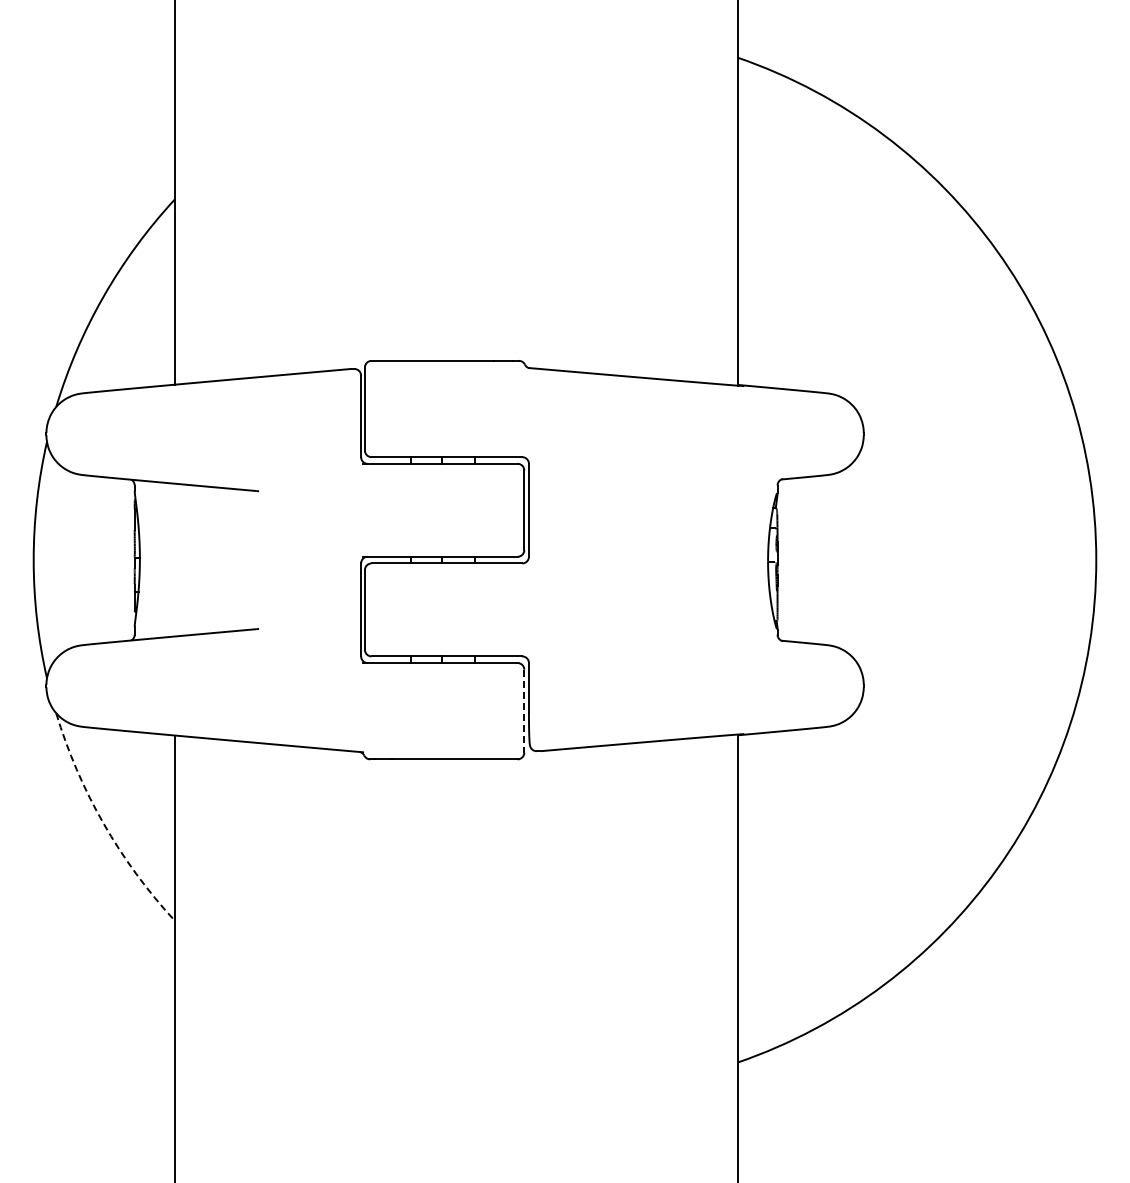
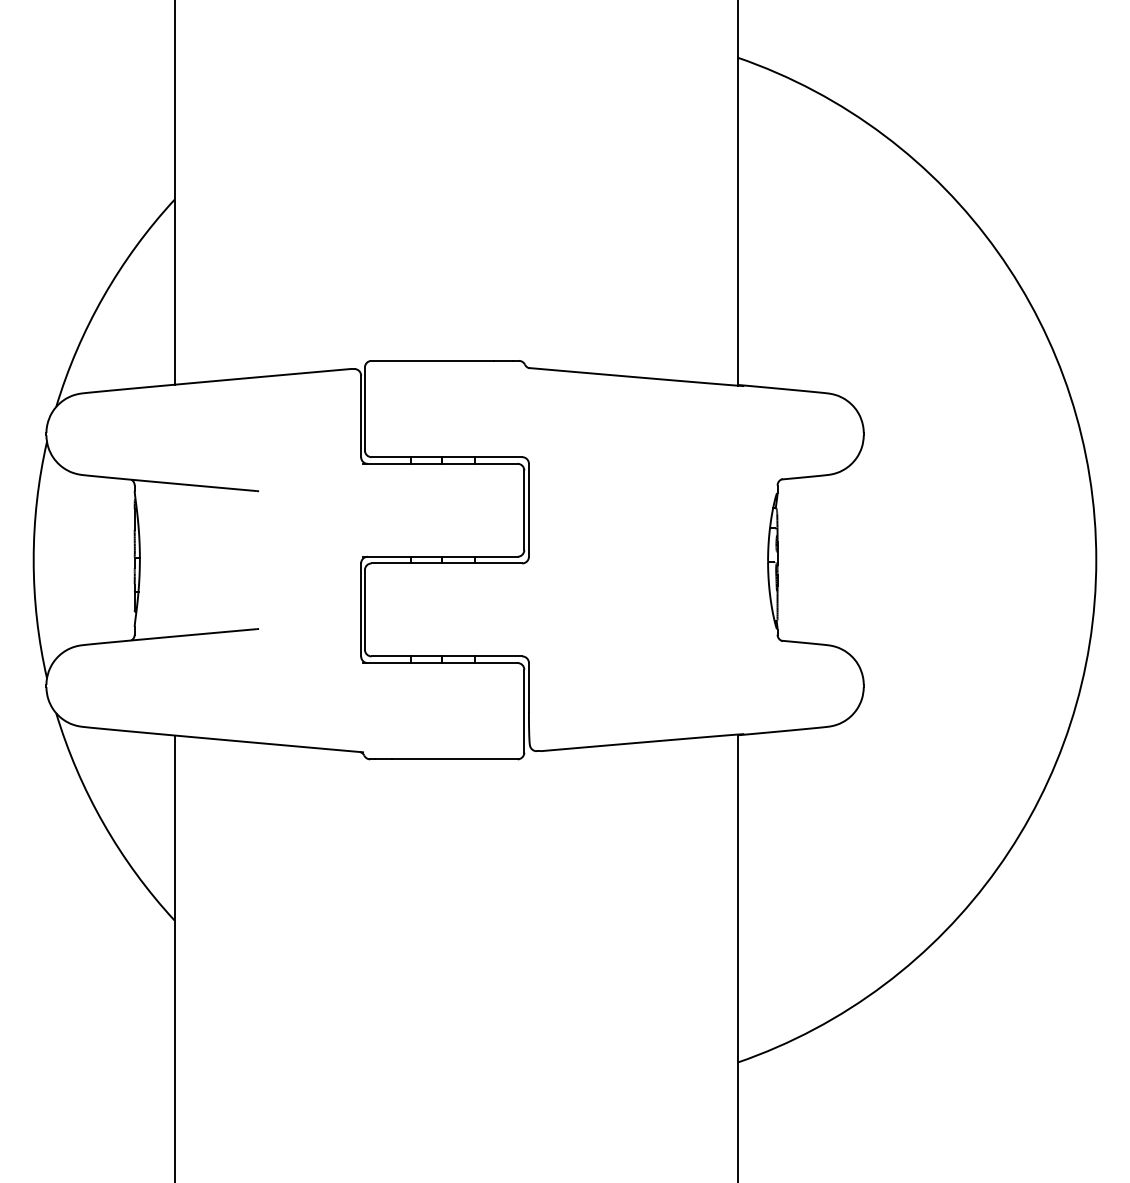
line at (524, 711): dashed -> solid
arc at (103, 823): dashed -> solid
